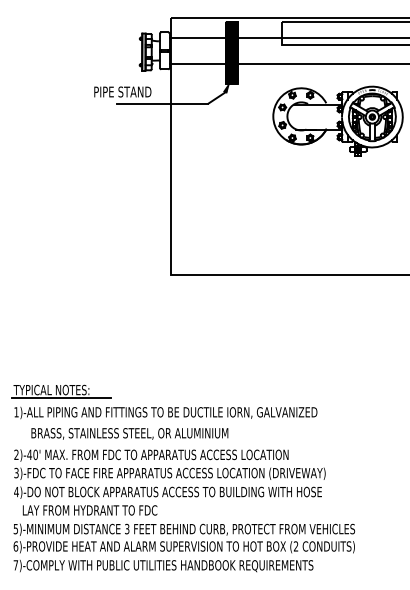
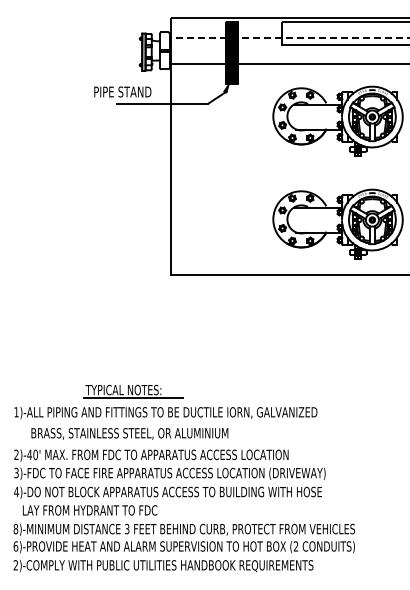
line at (289, 38): solid -> dashed
part at (337, 223): none -> present
part at (61, 391) position: (61, 391) -> (133, 391)
text at (15, 529): 5)-MINIMUM -> 8)-MINIMUM
text at (15, 565): 7)-COMPLY -> 2)-COMPLY
